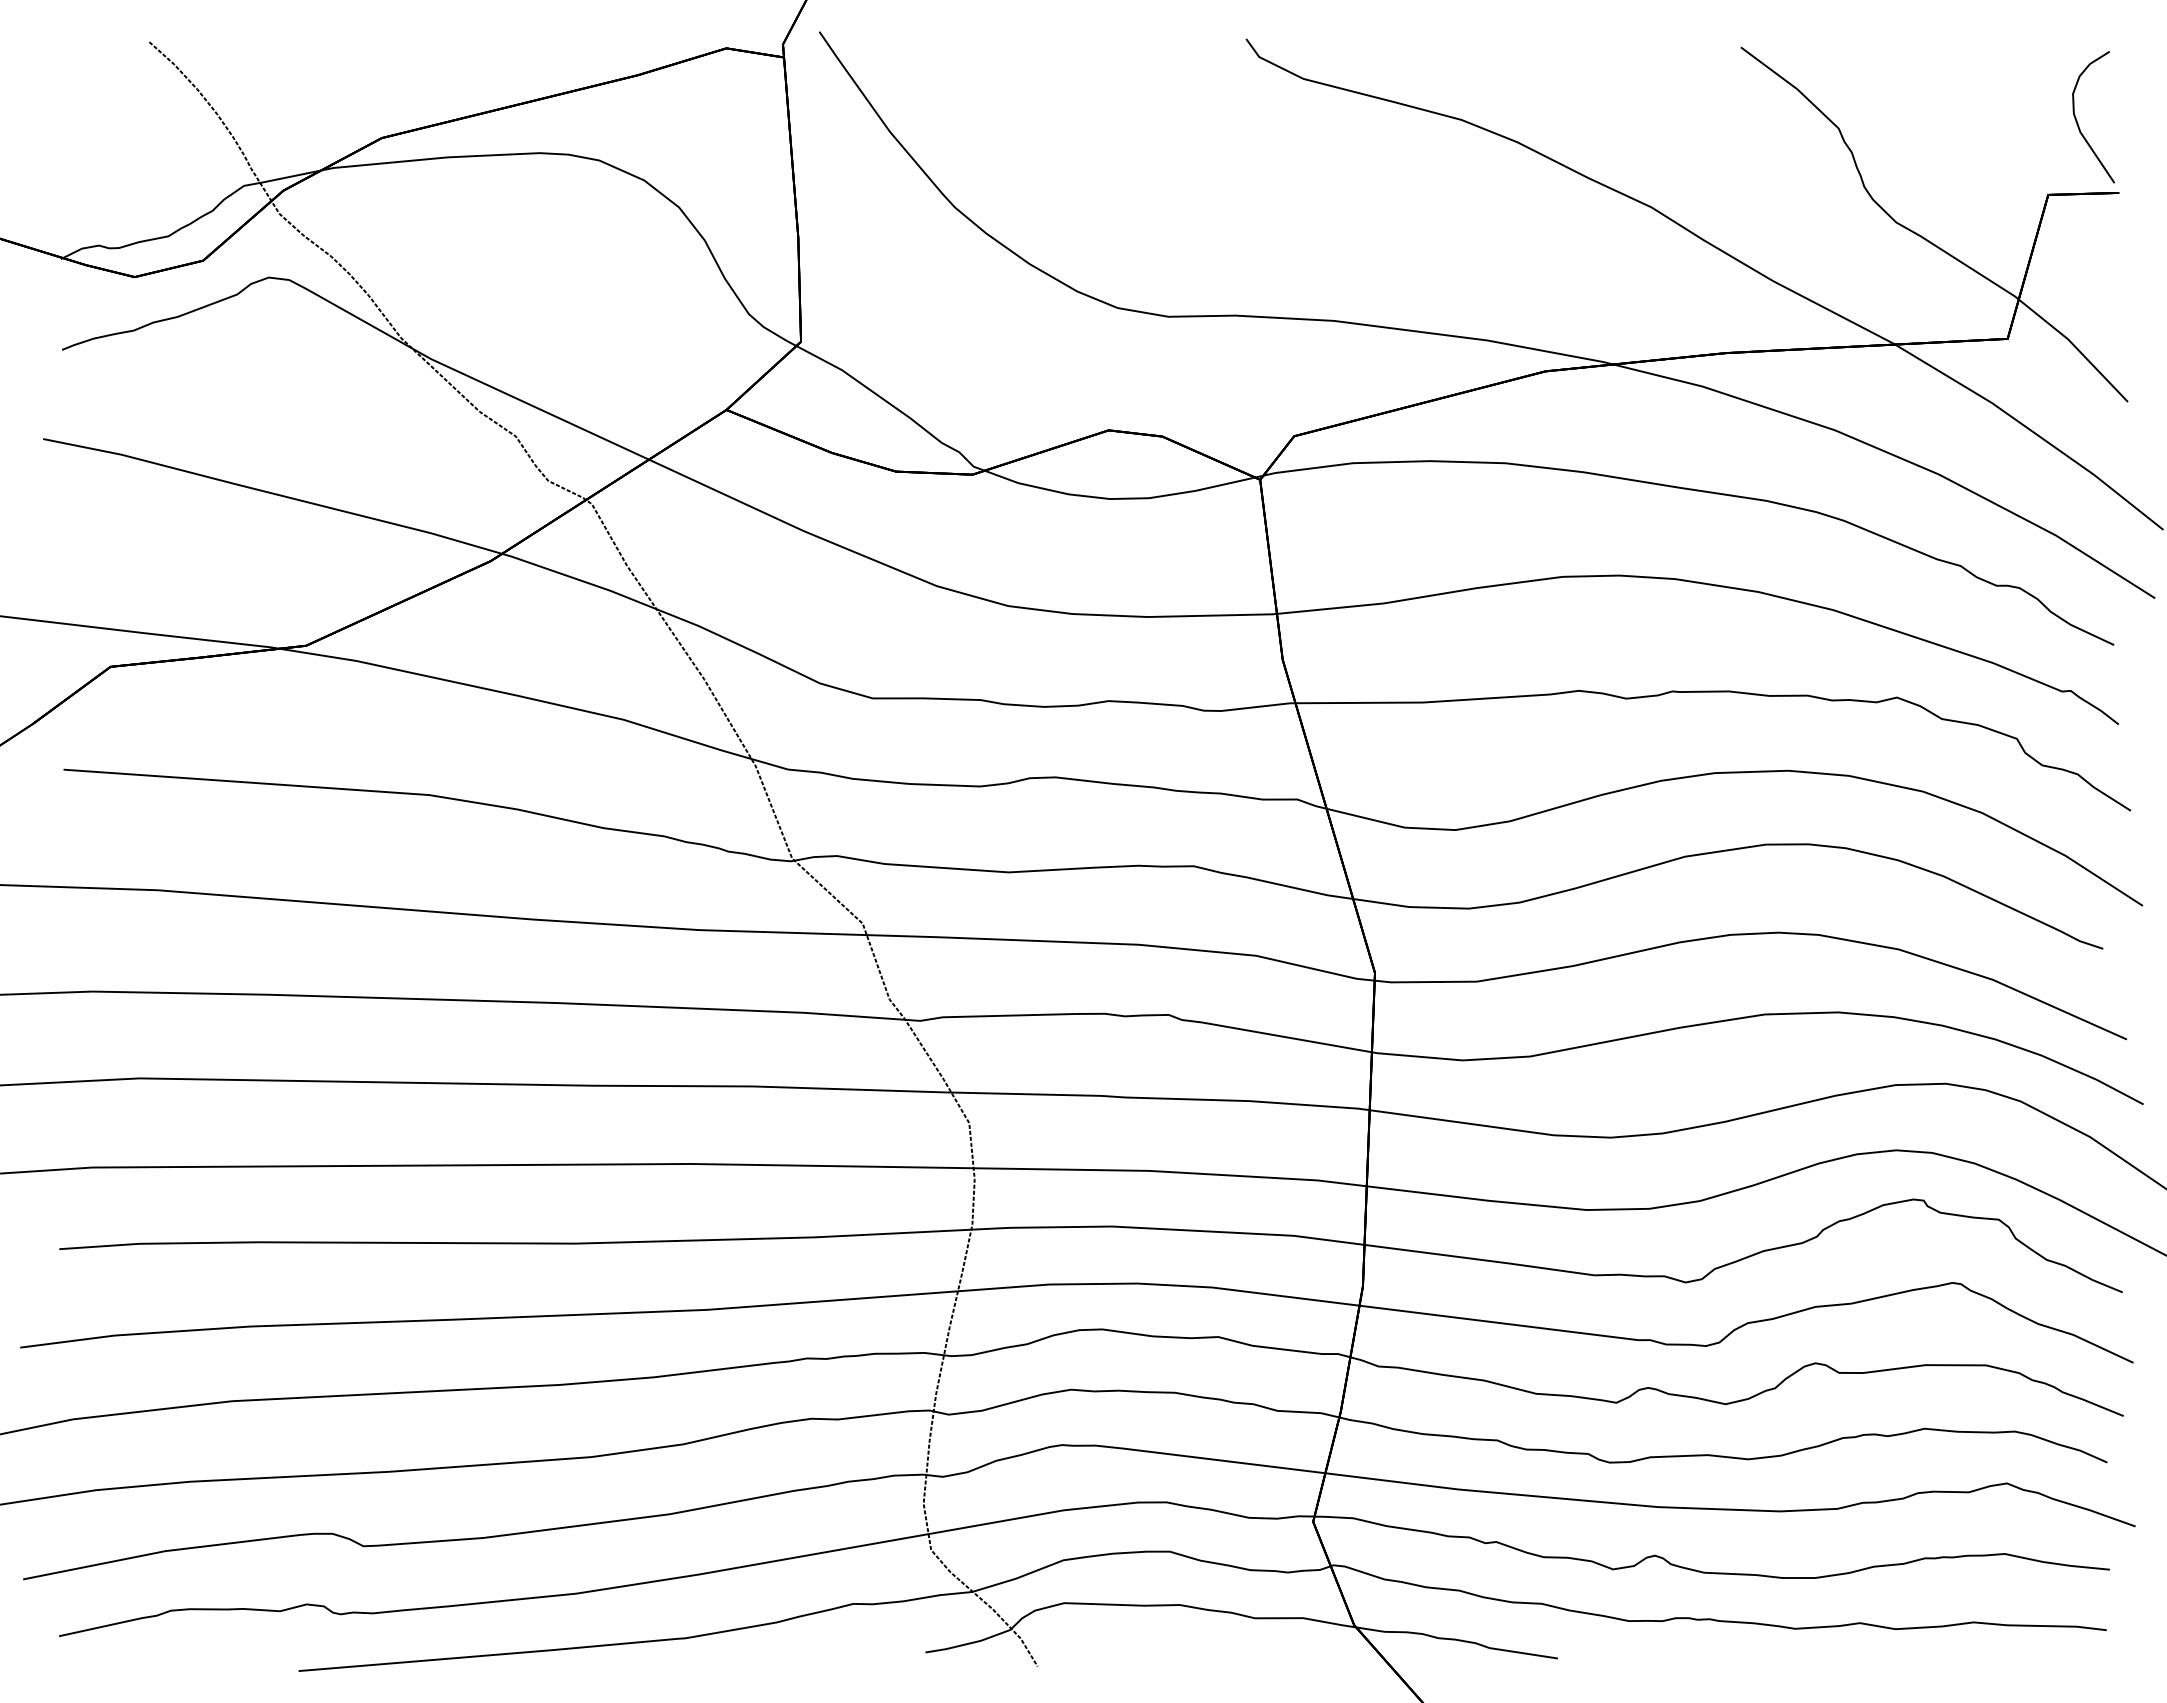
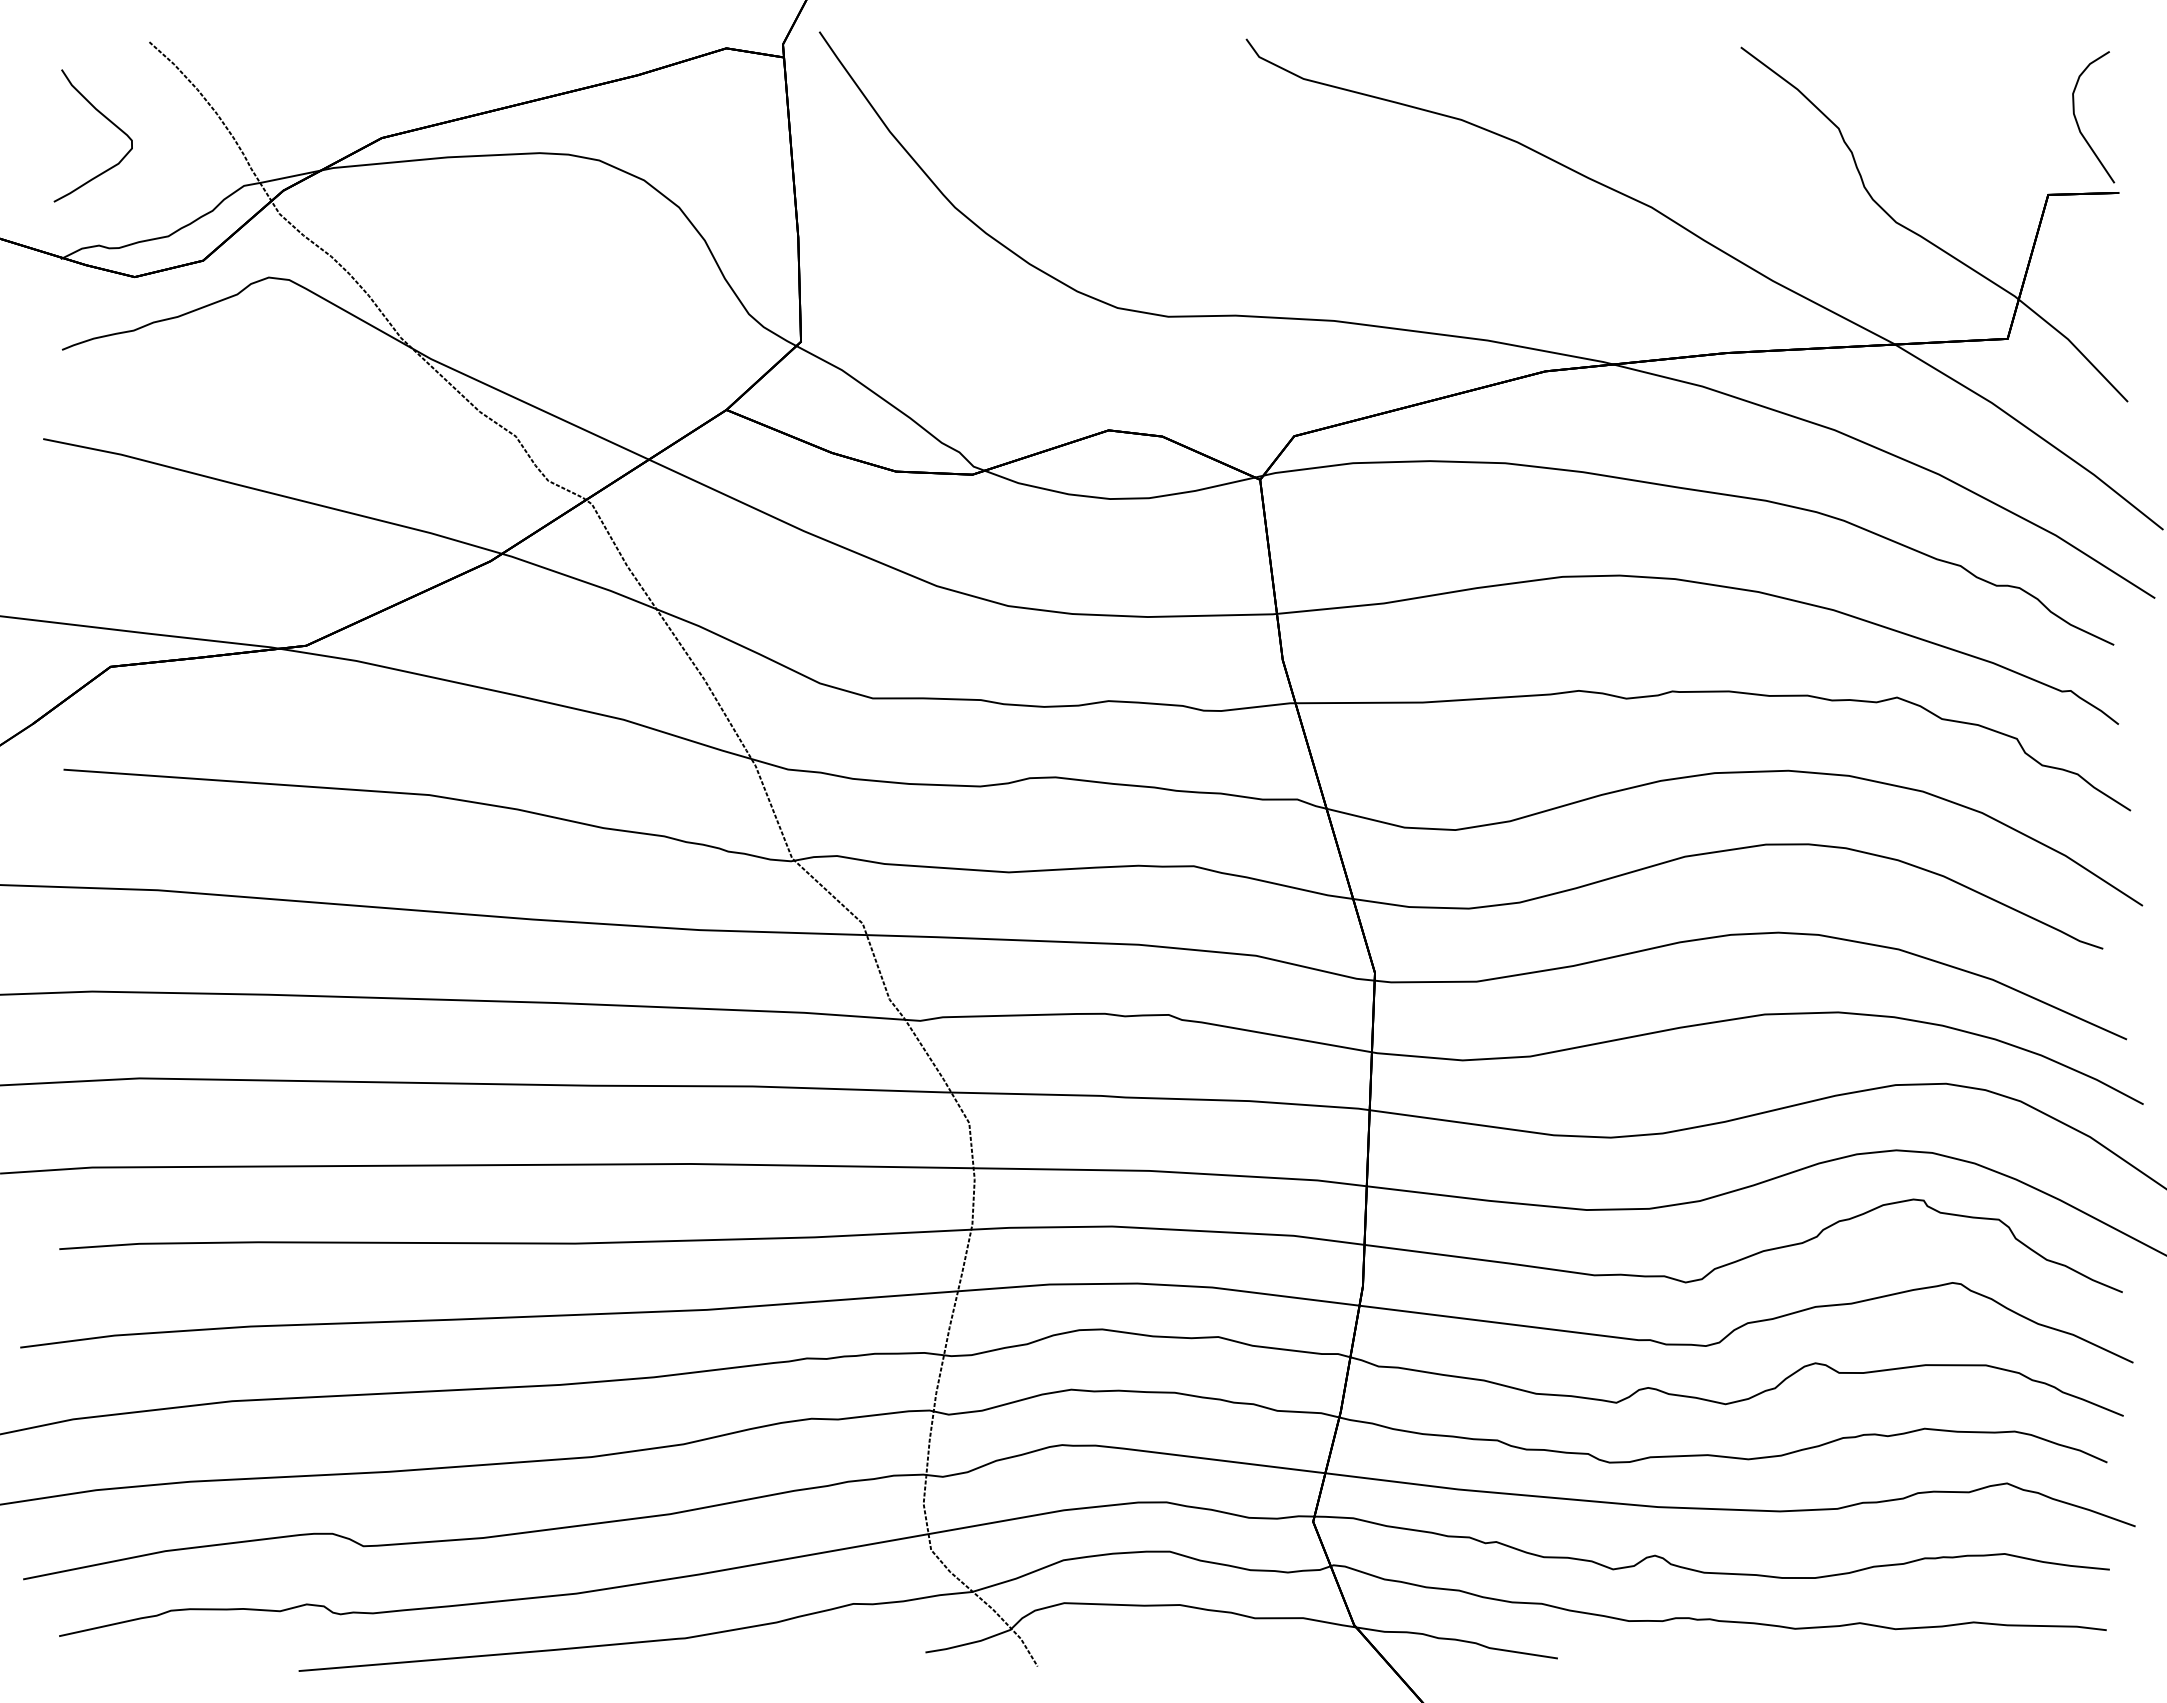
curve at (106, 119): none -> present
